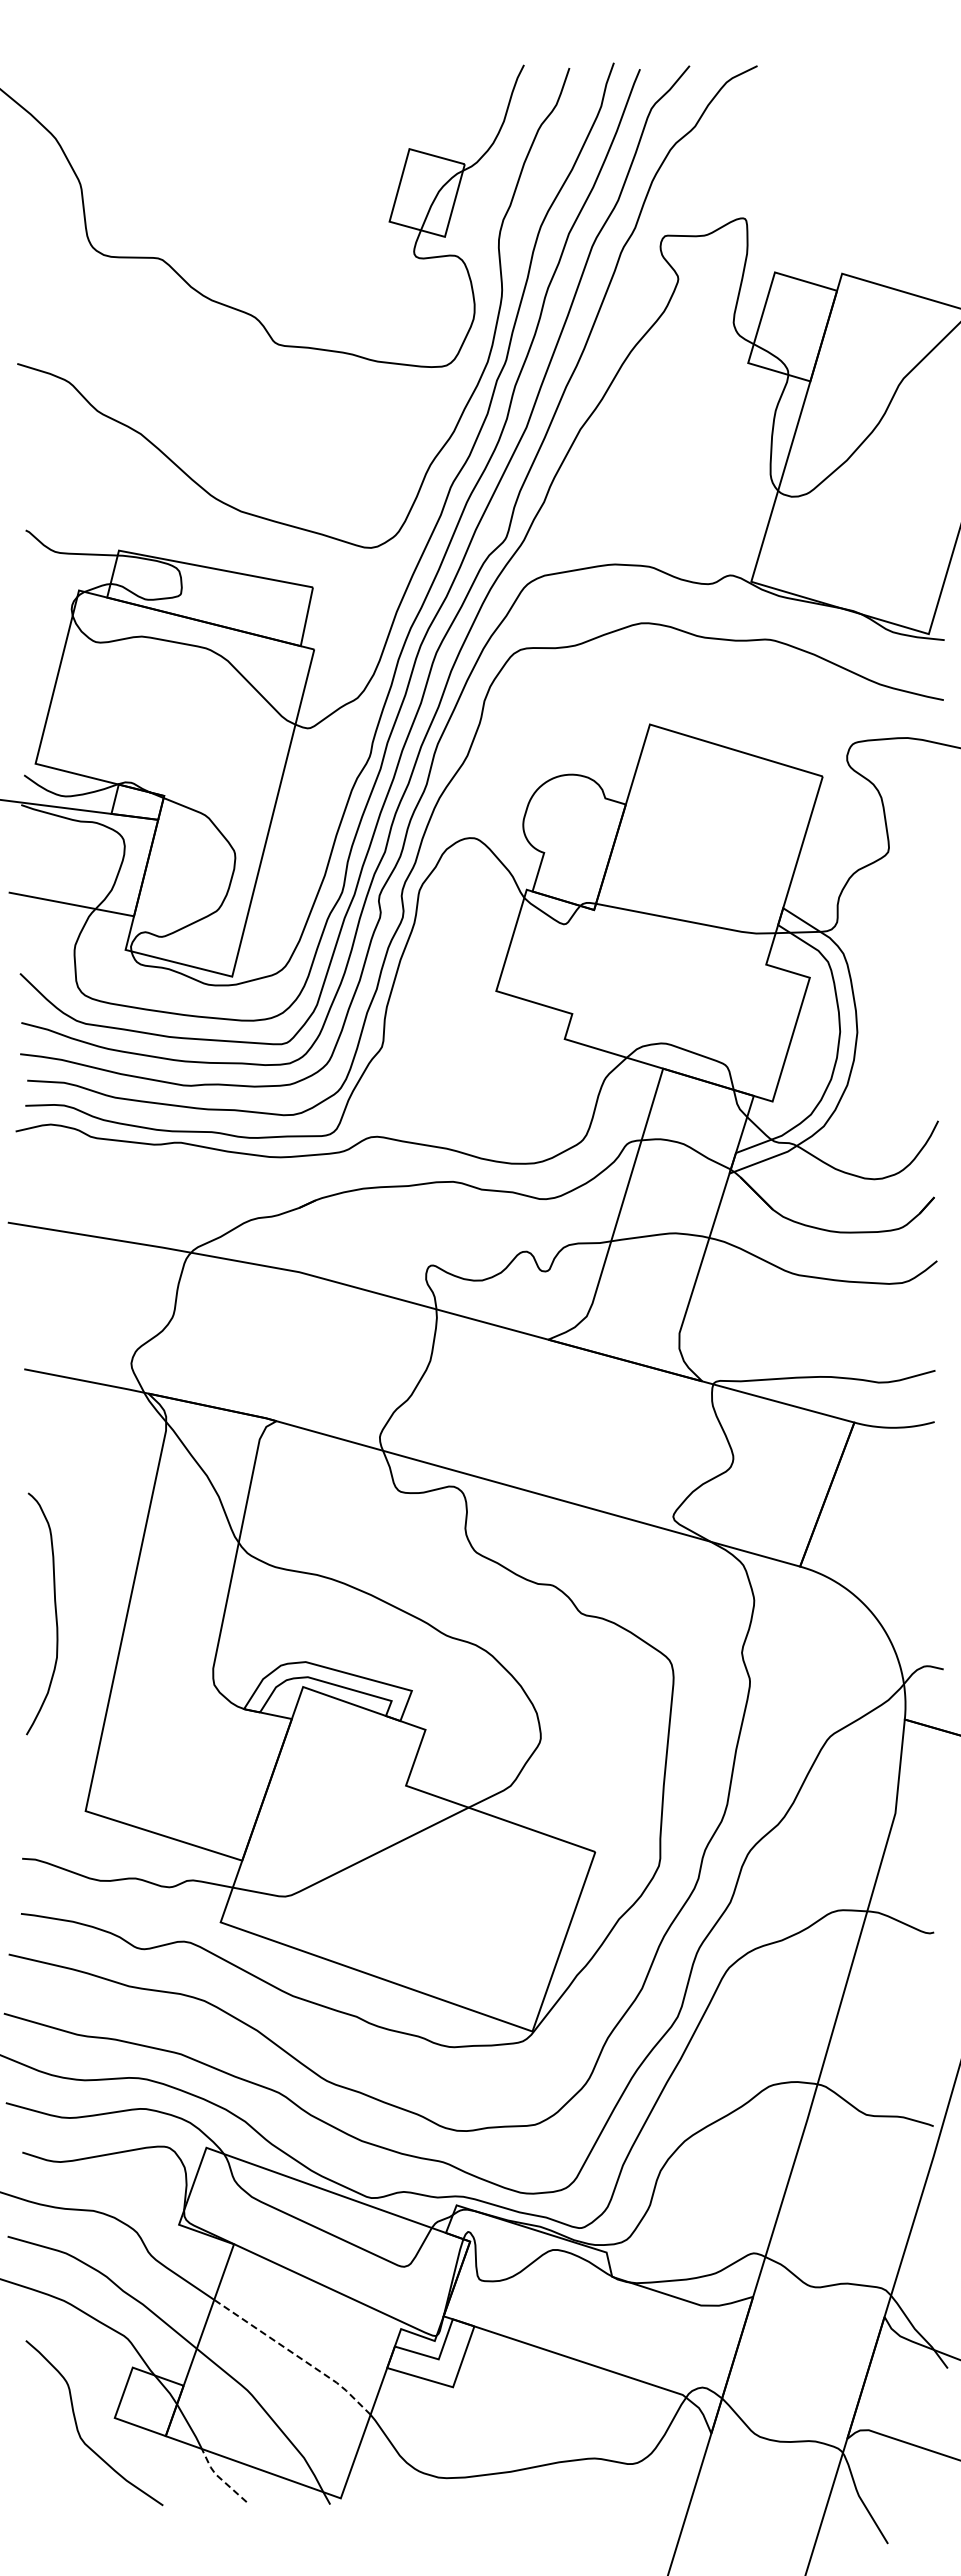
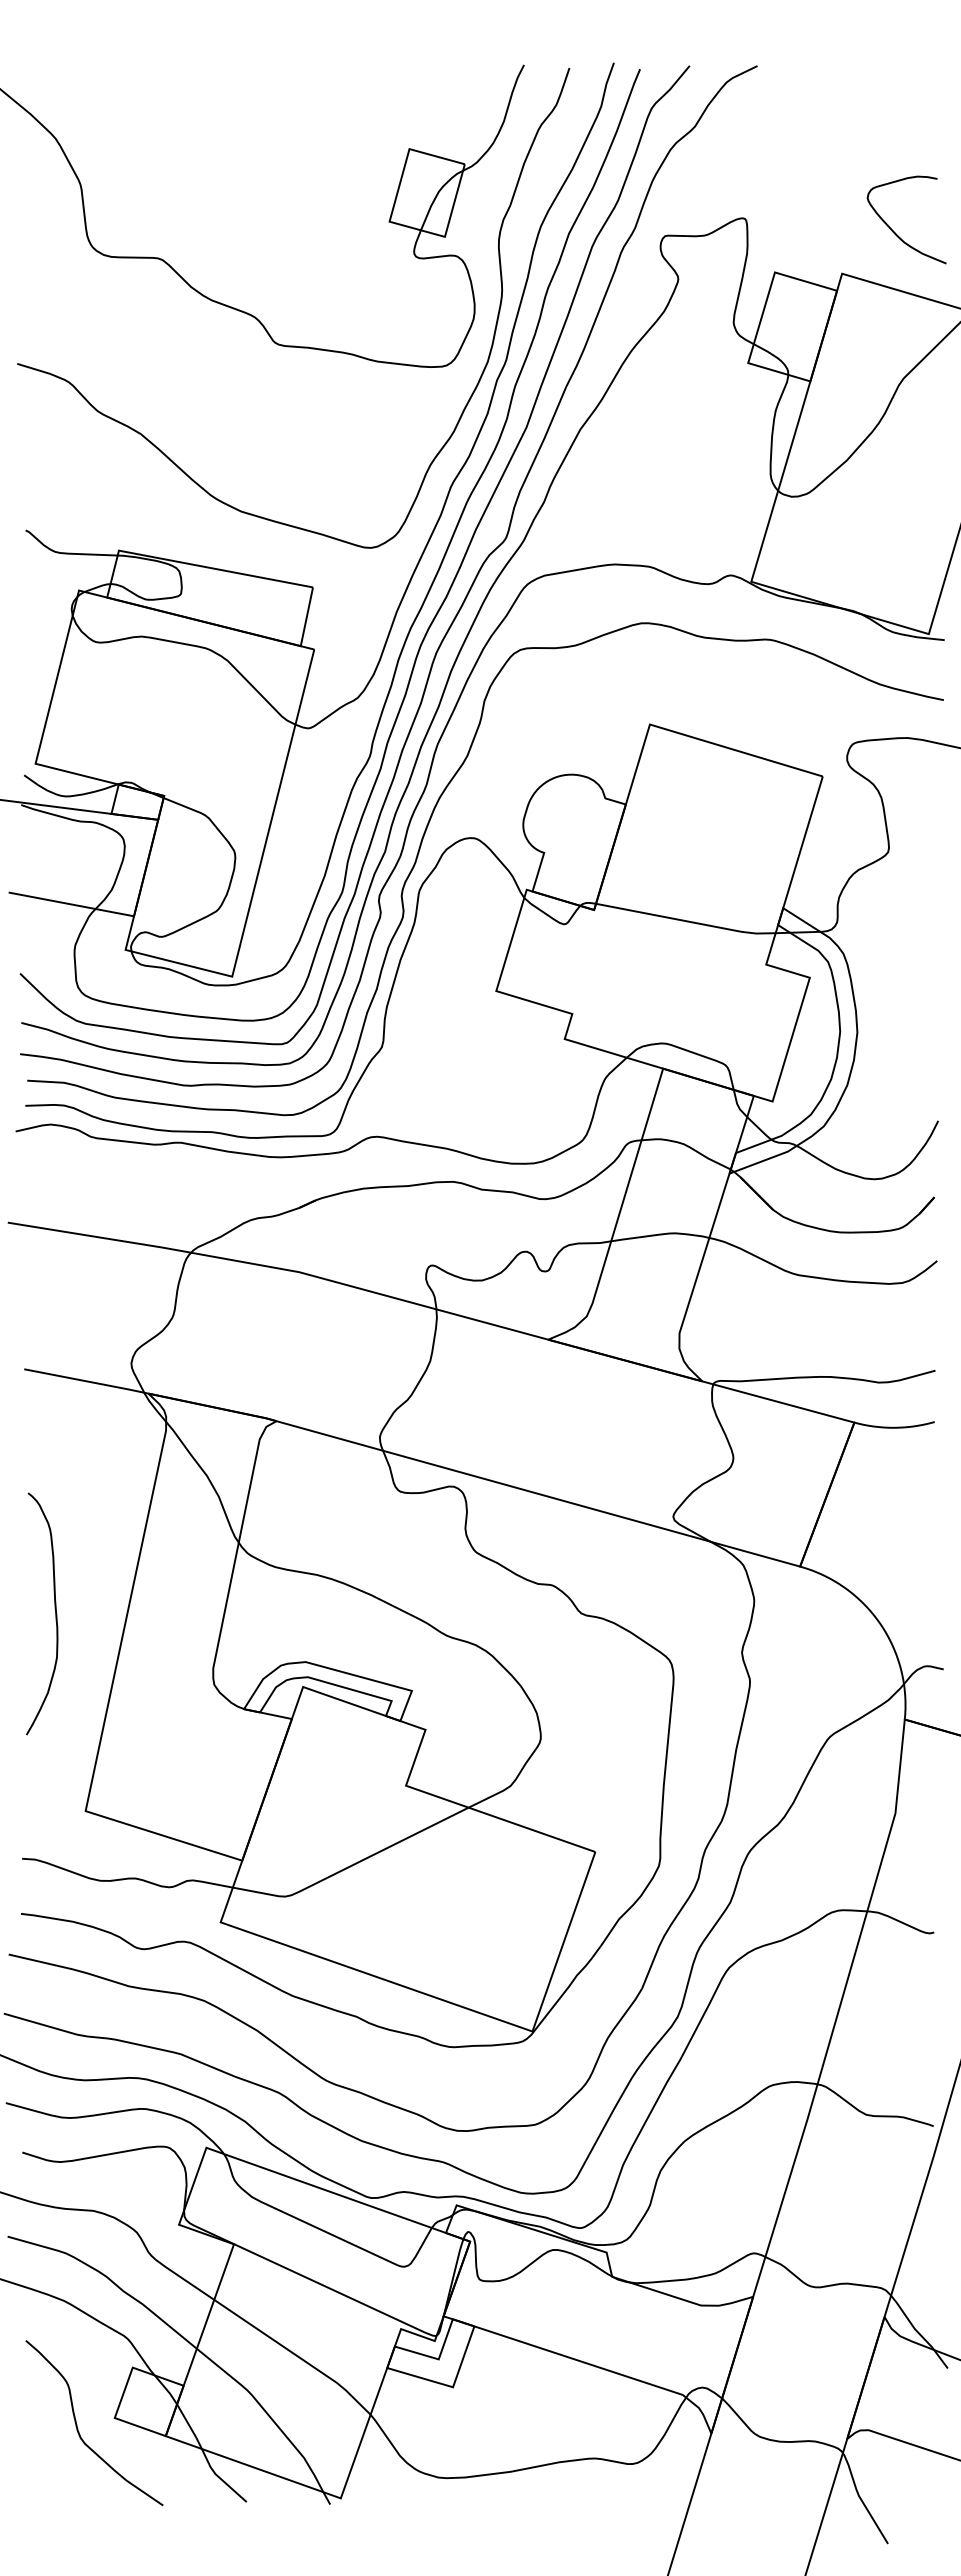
curve at (894, 231): none -> present
line at (296, 2355): dashed -> solid
line at (219, 2477): dashed -> solid
